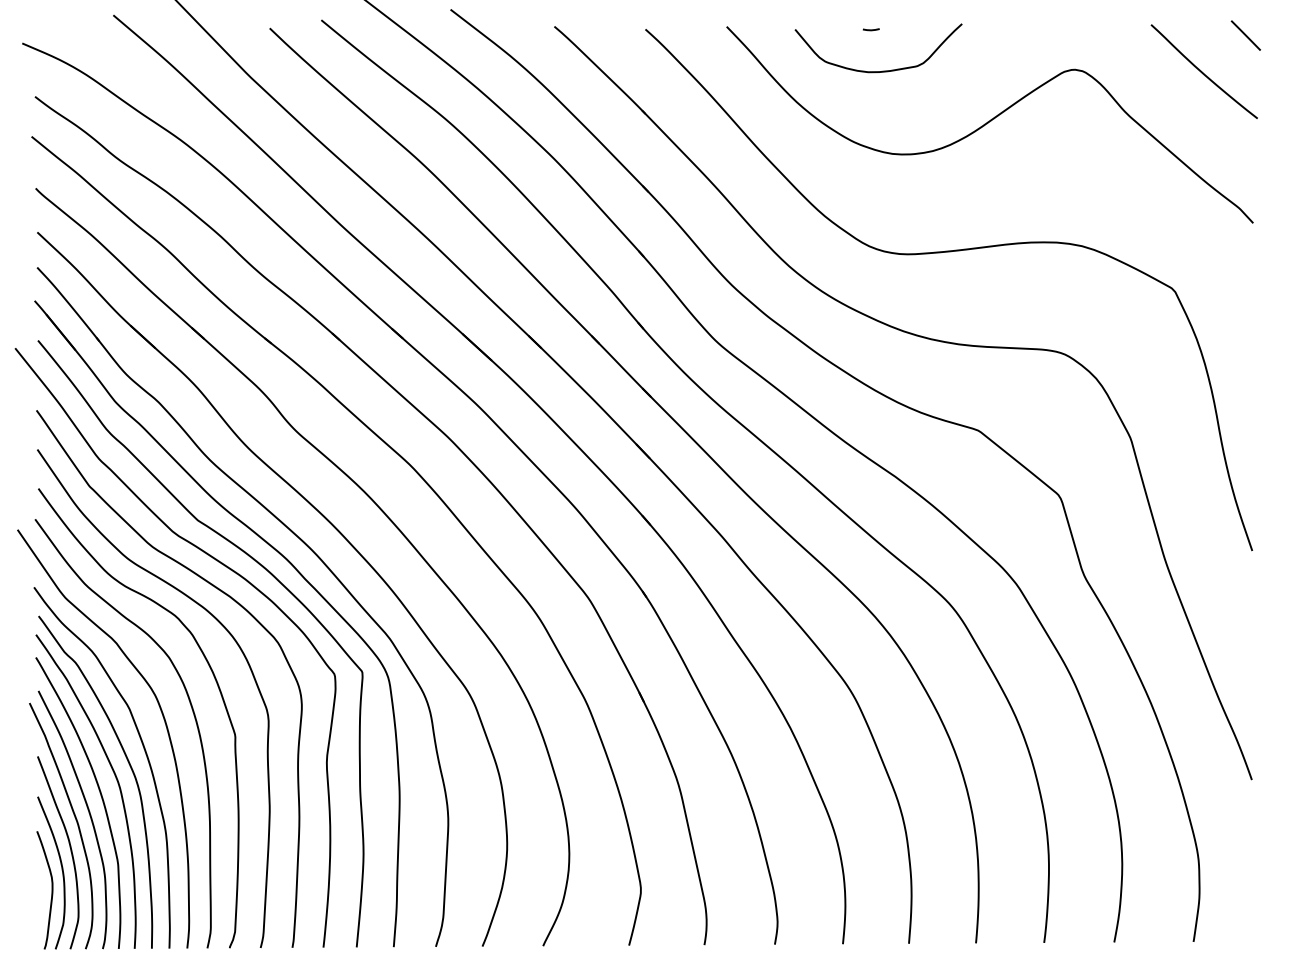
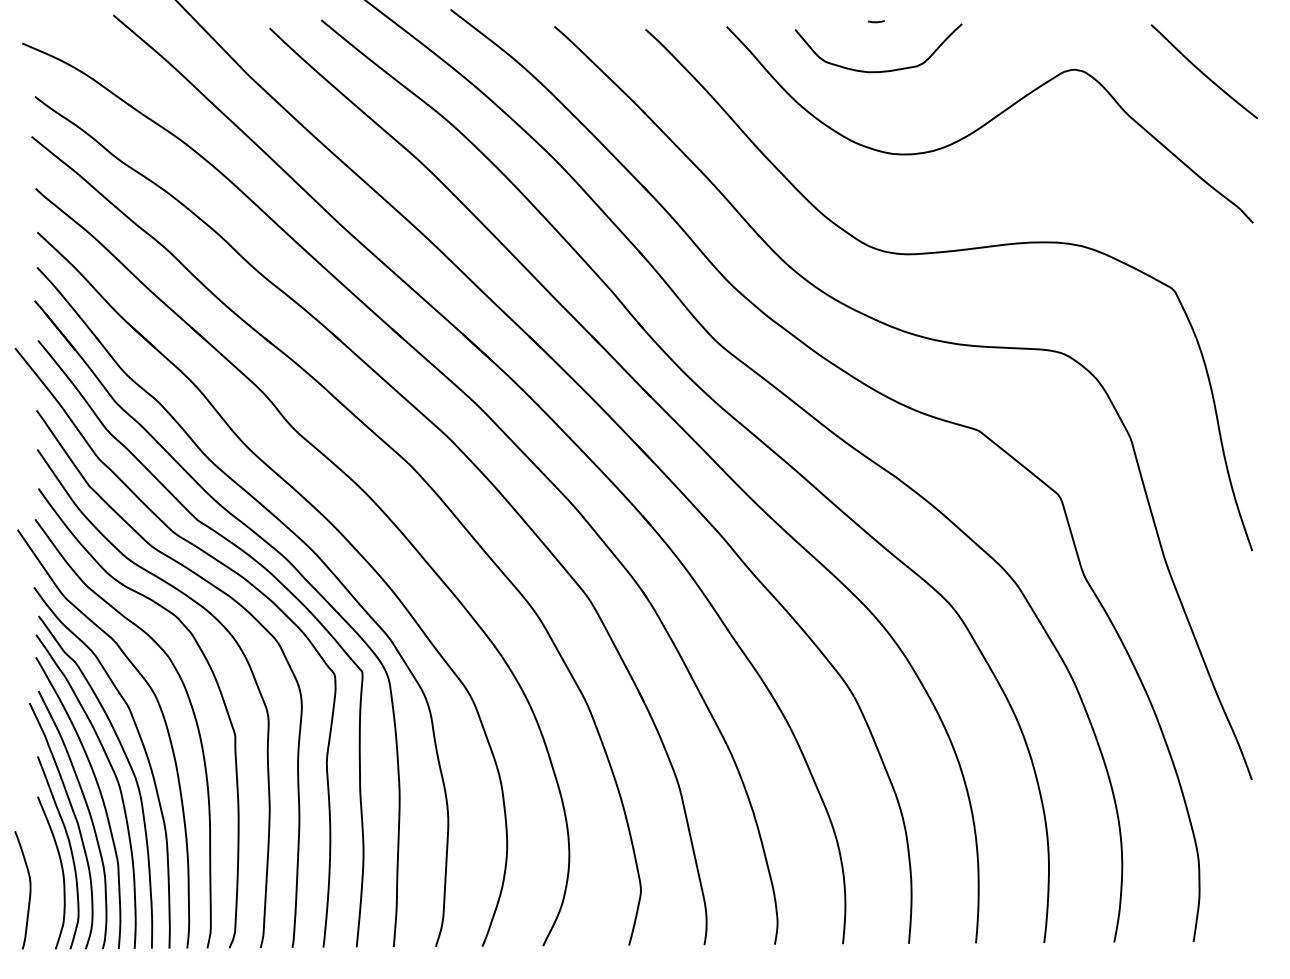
line at (870, 29) position: (870, 29) -> (875, 21)
line at (1245, 35): present -> none
curve at (51, 890) position: (51, 890) -> (29, 890)
